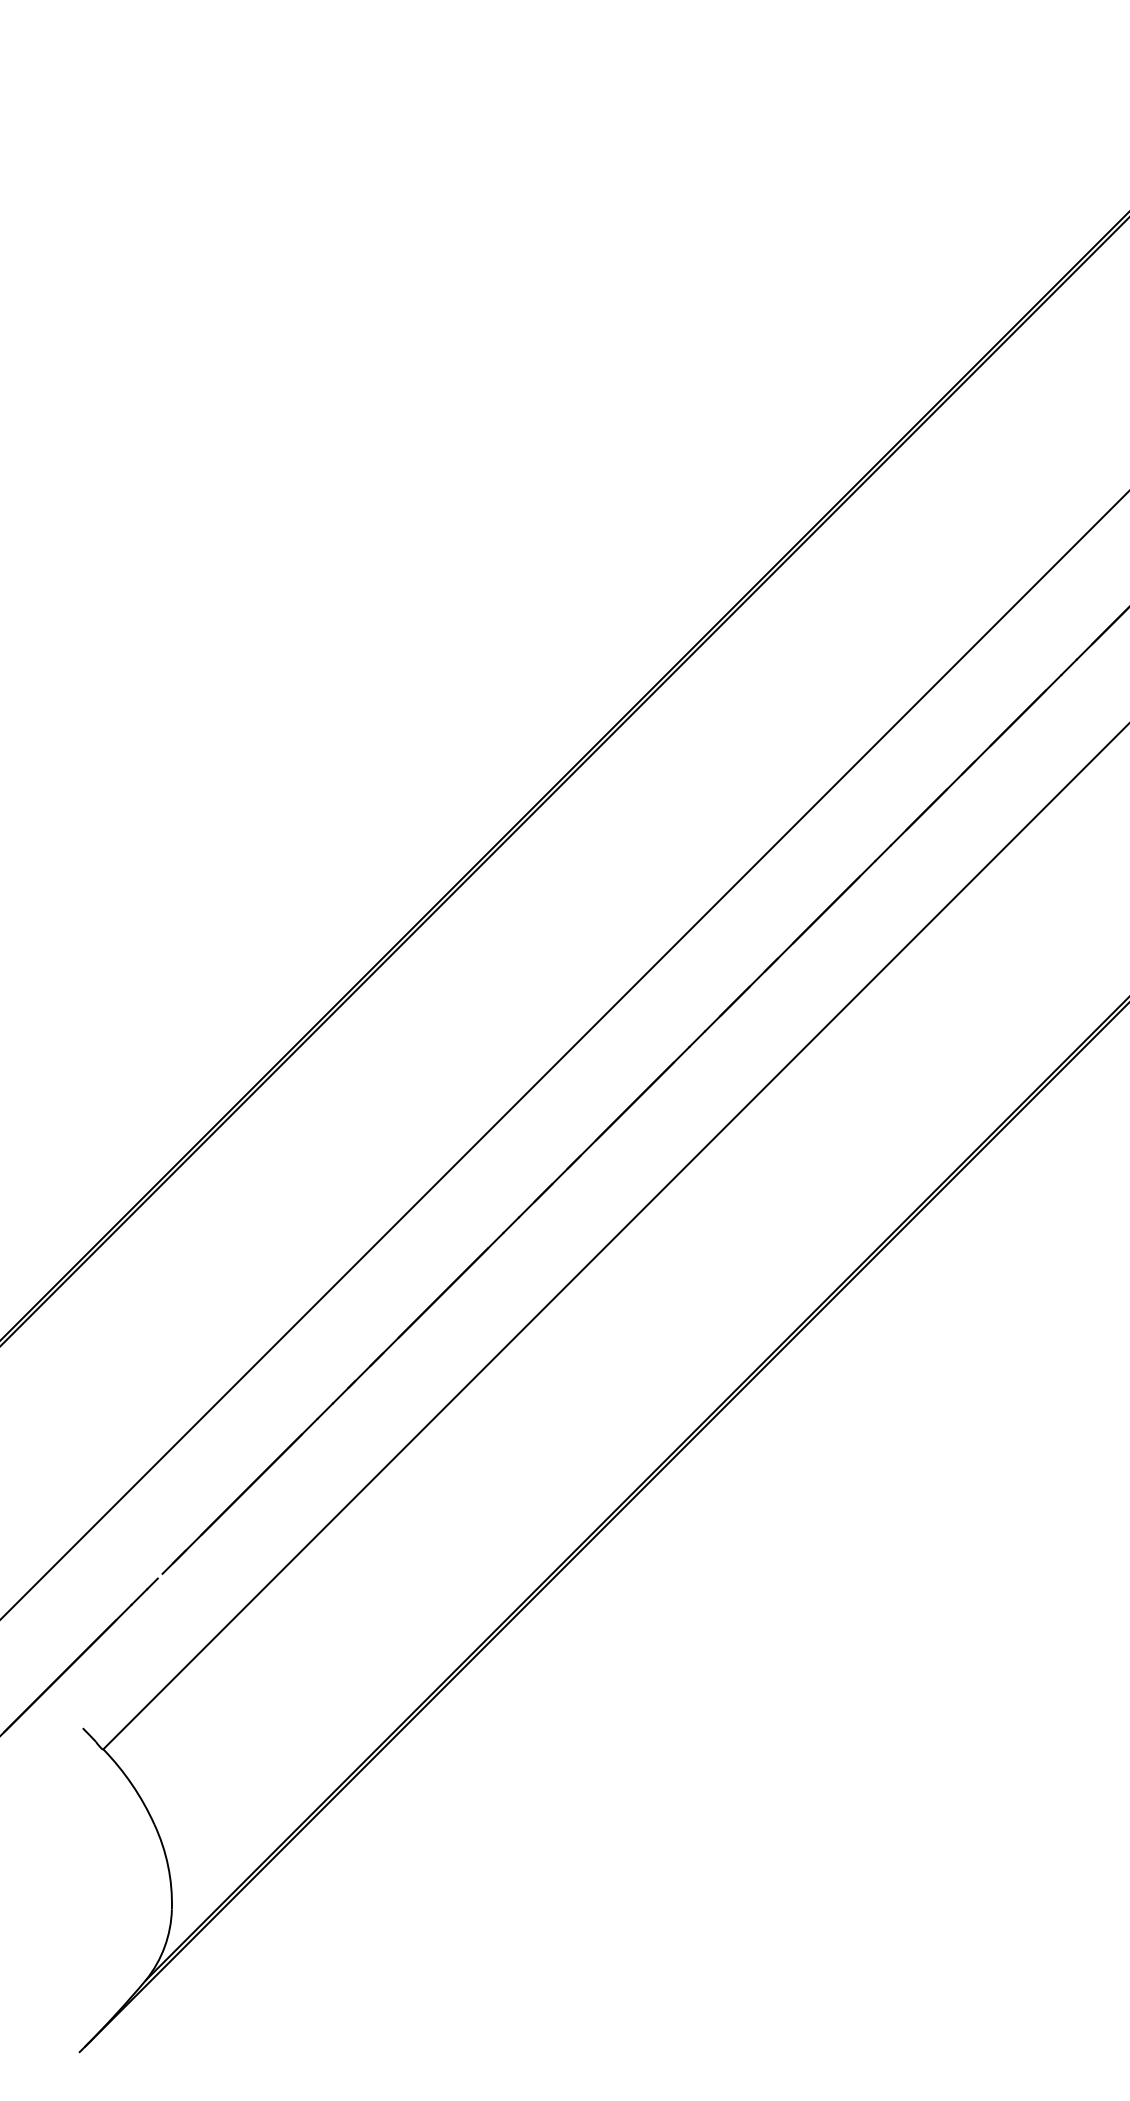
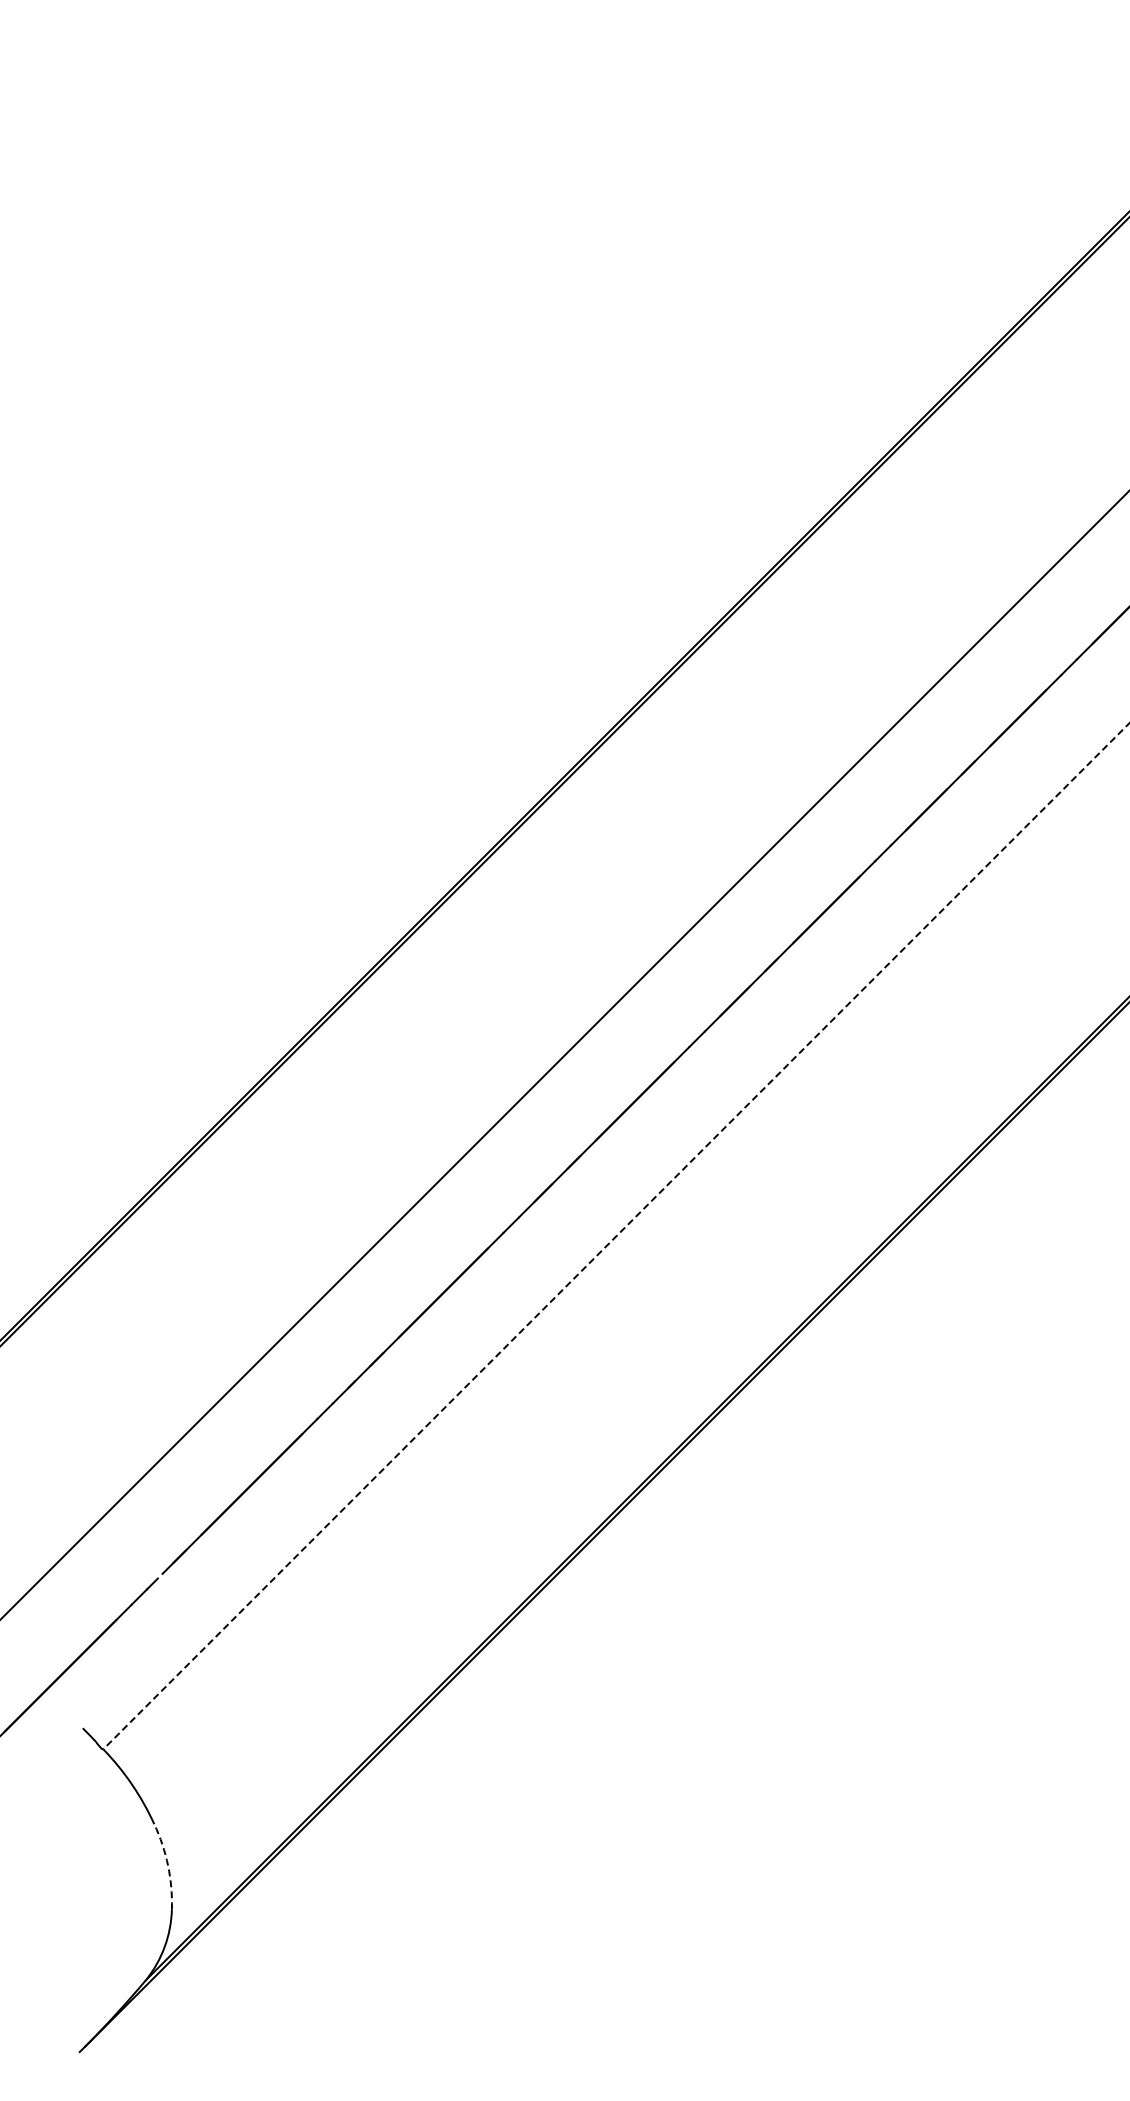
line at (615, 1236): solid -> dashed
arc at (168, 1865): solid -> dashed
